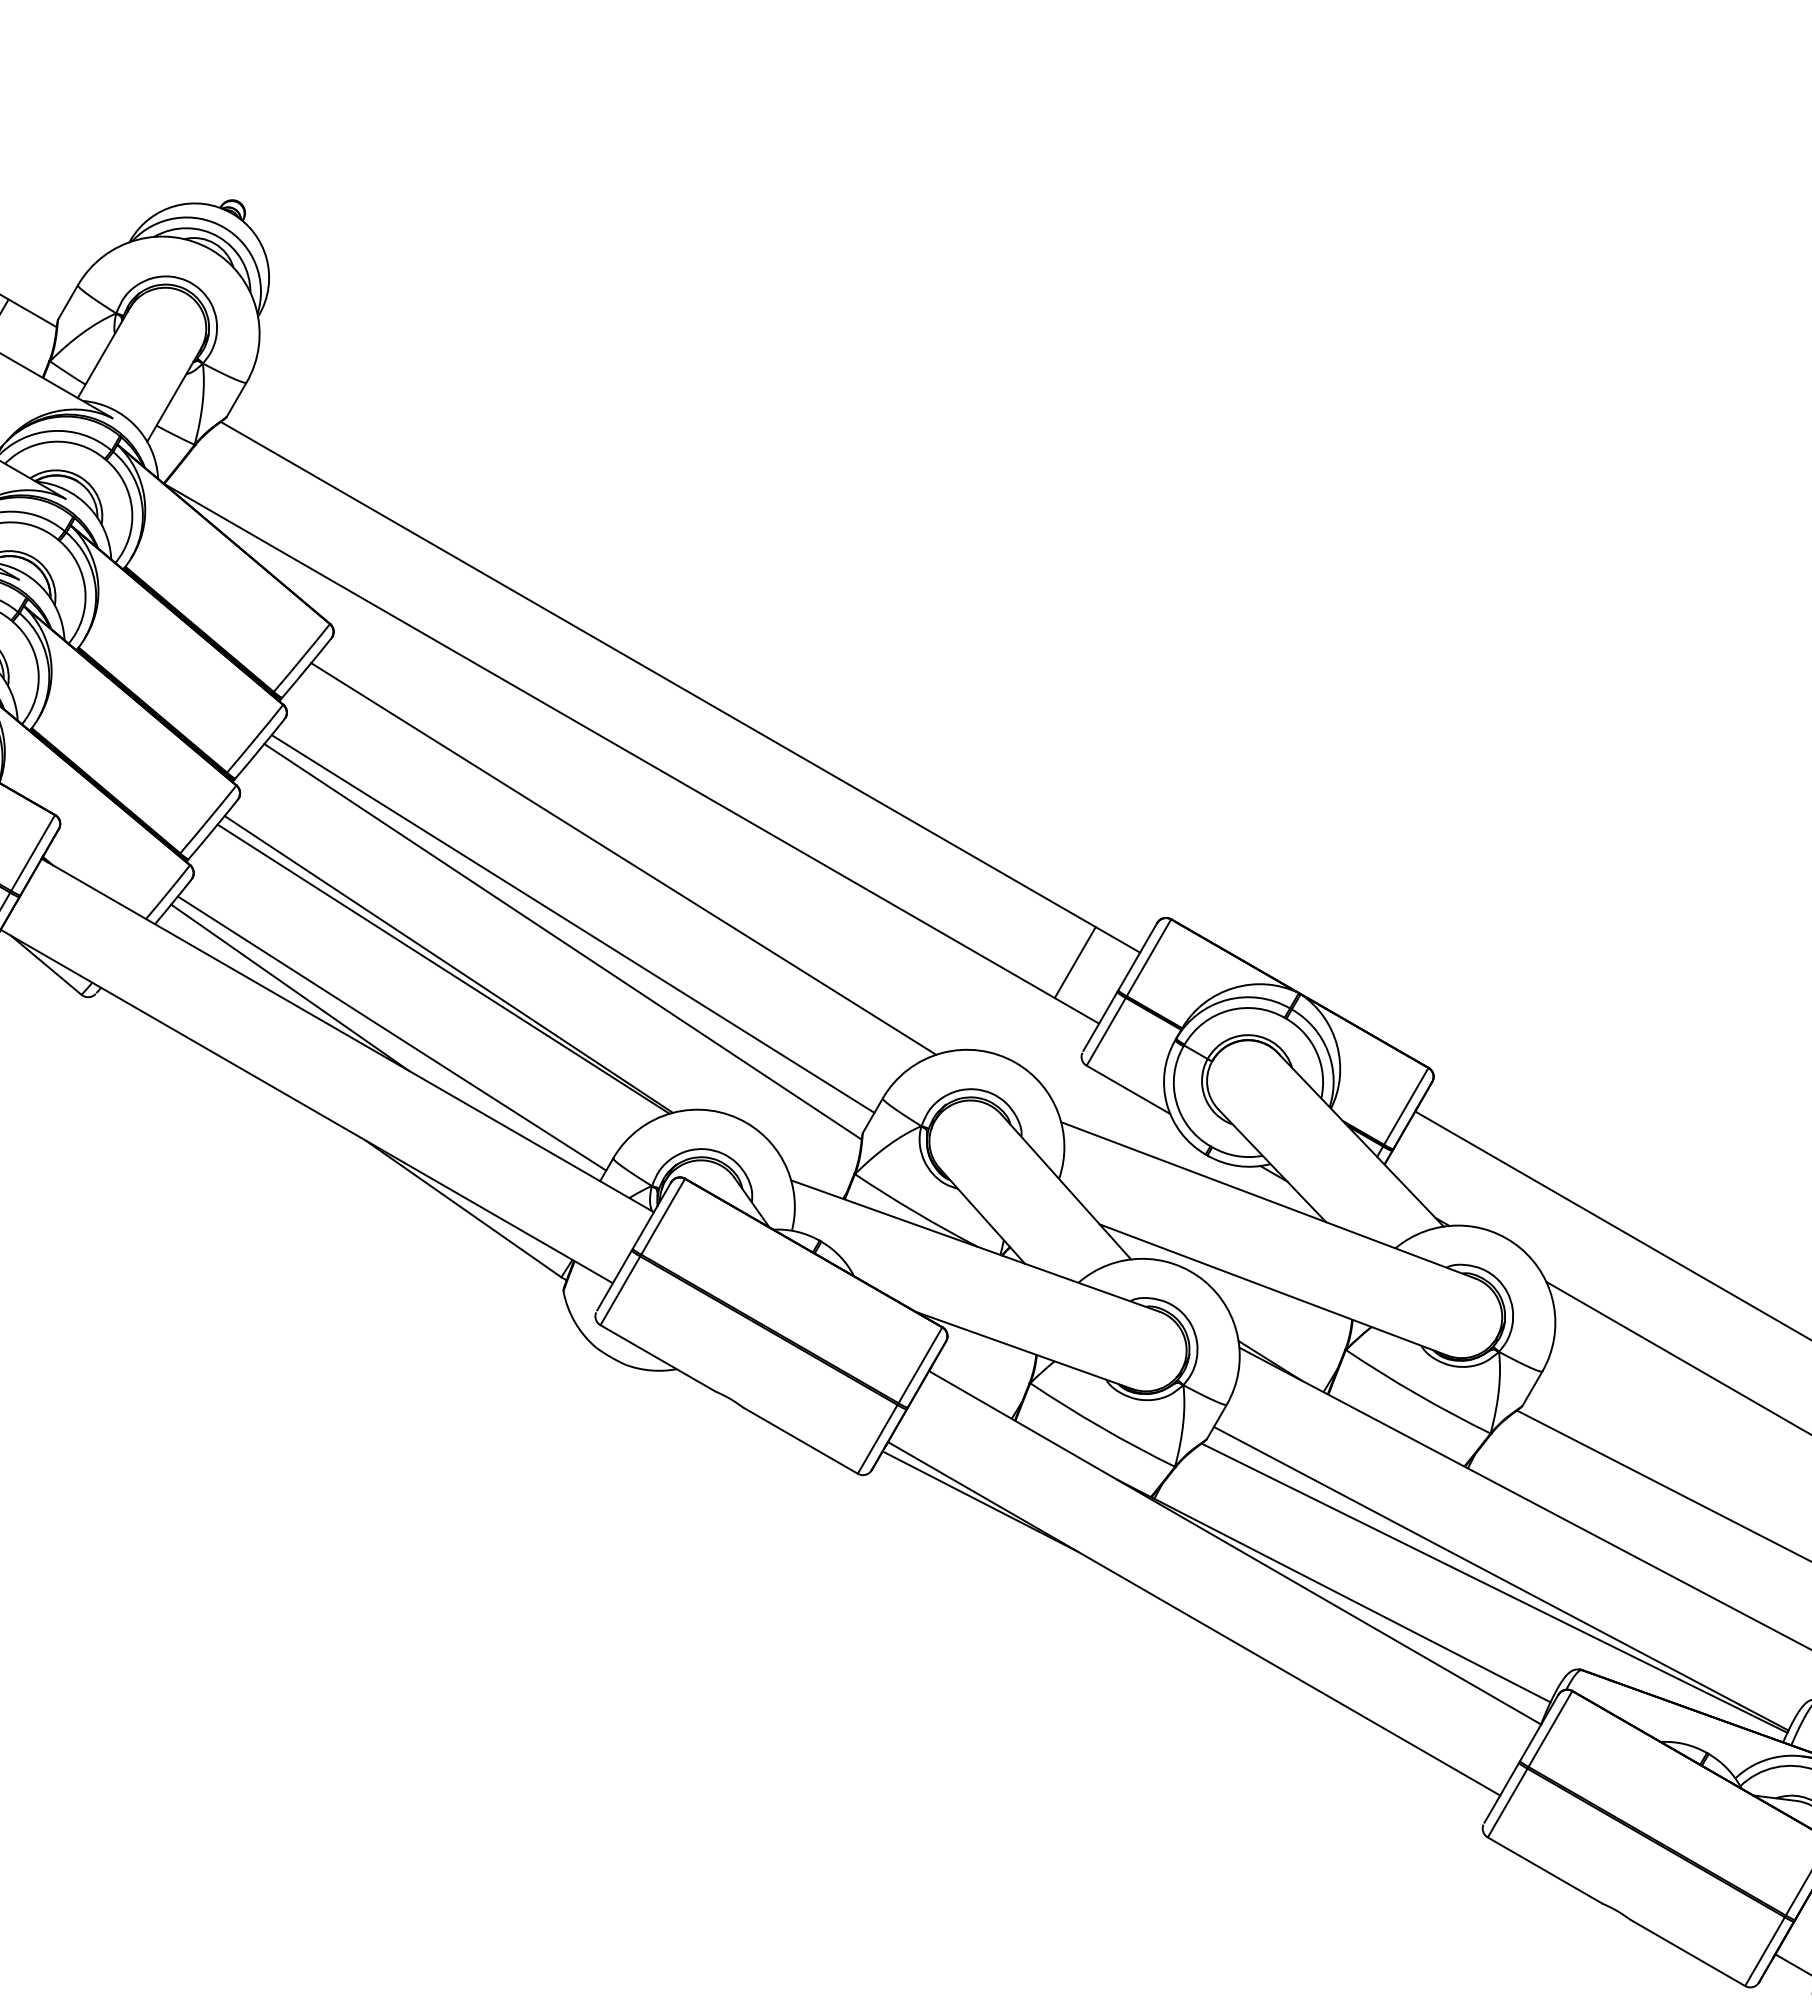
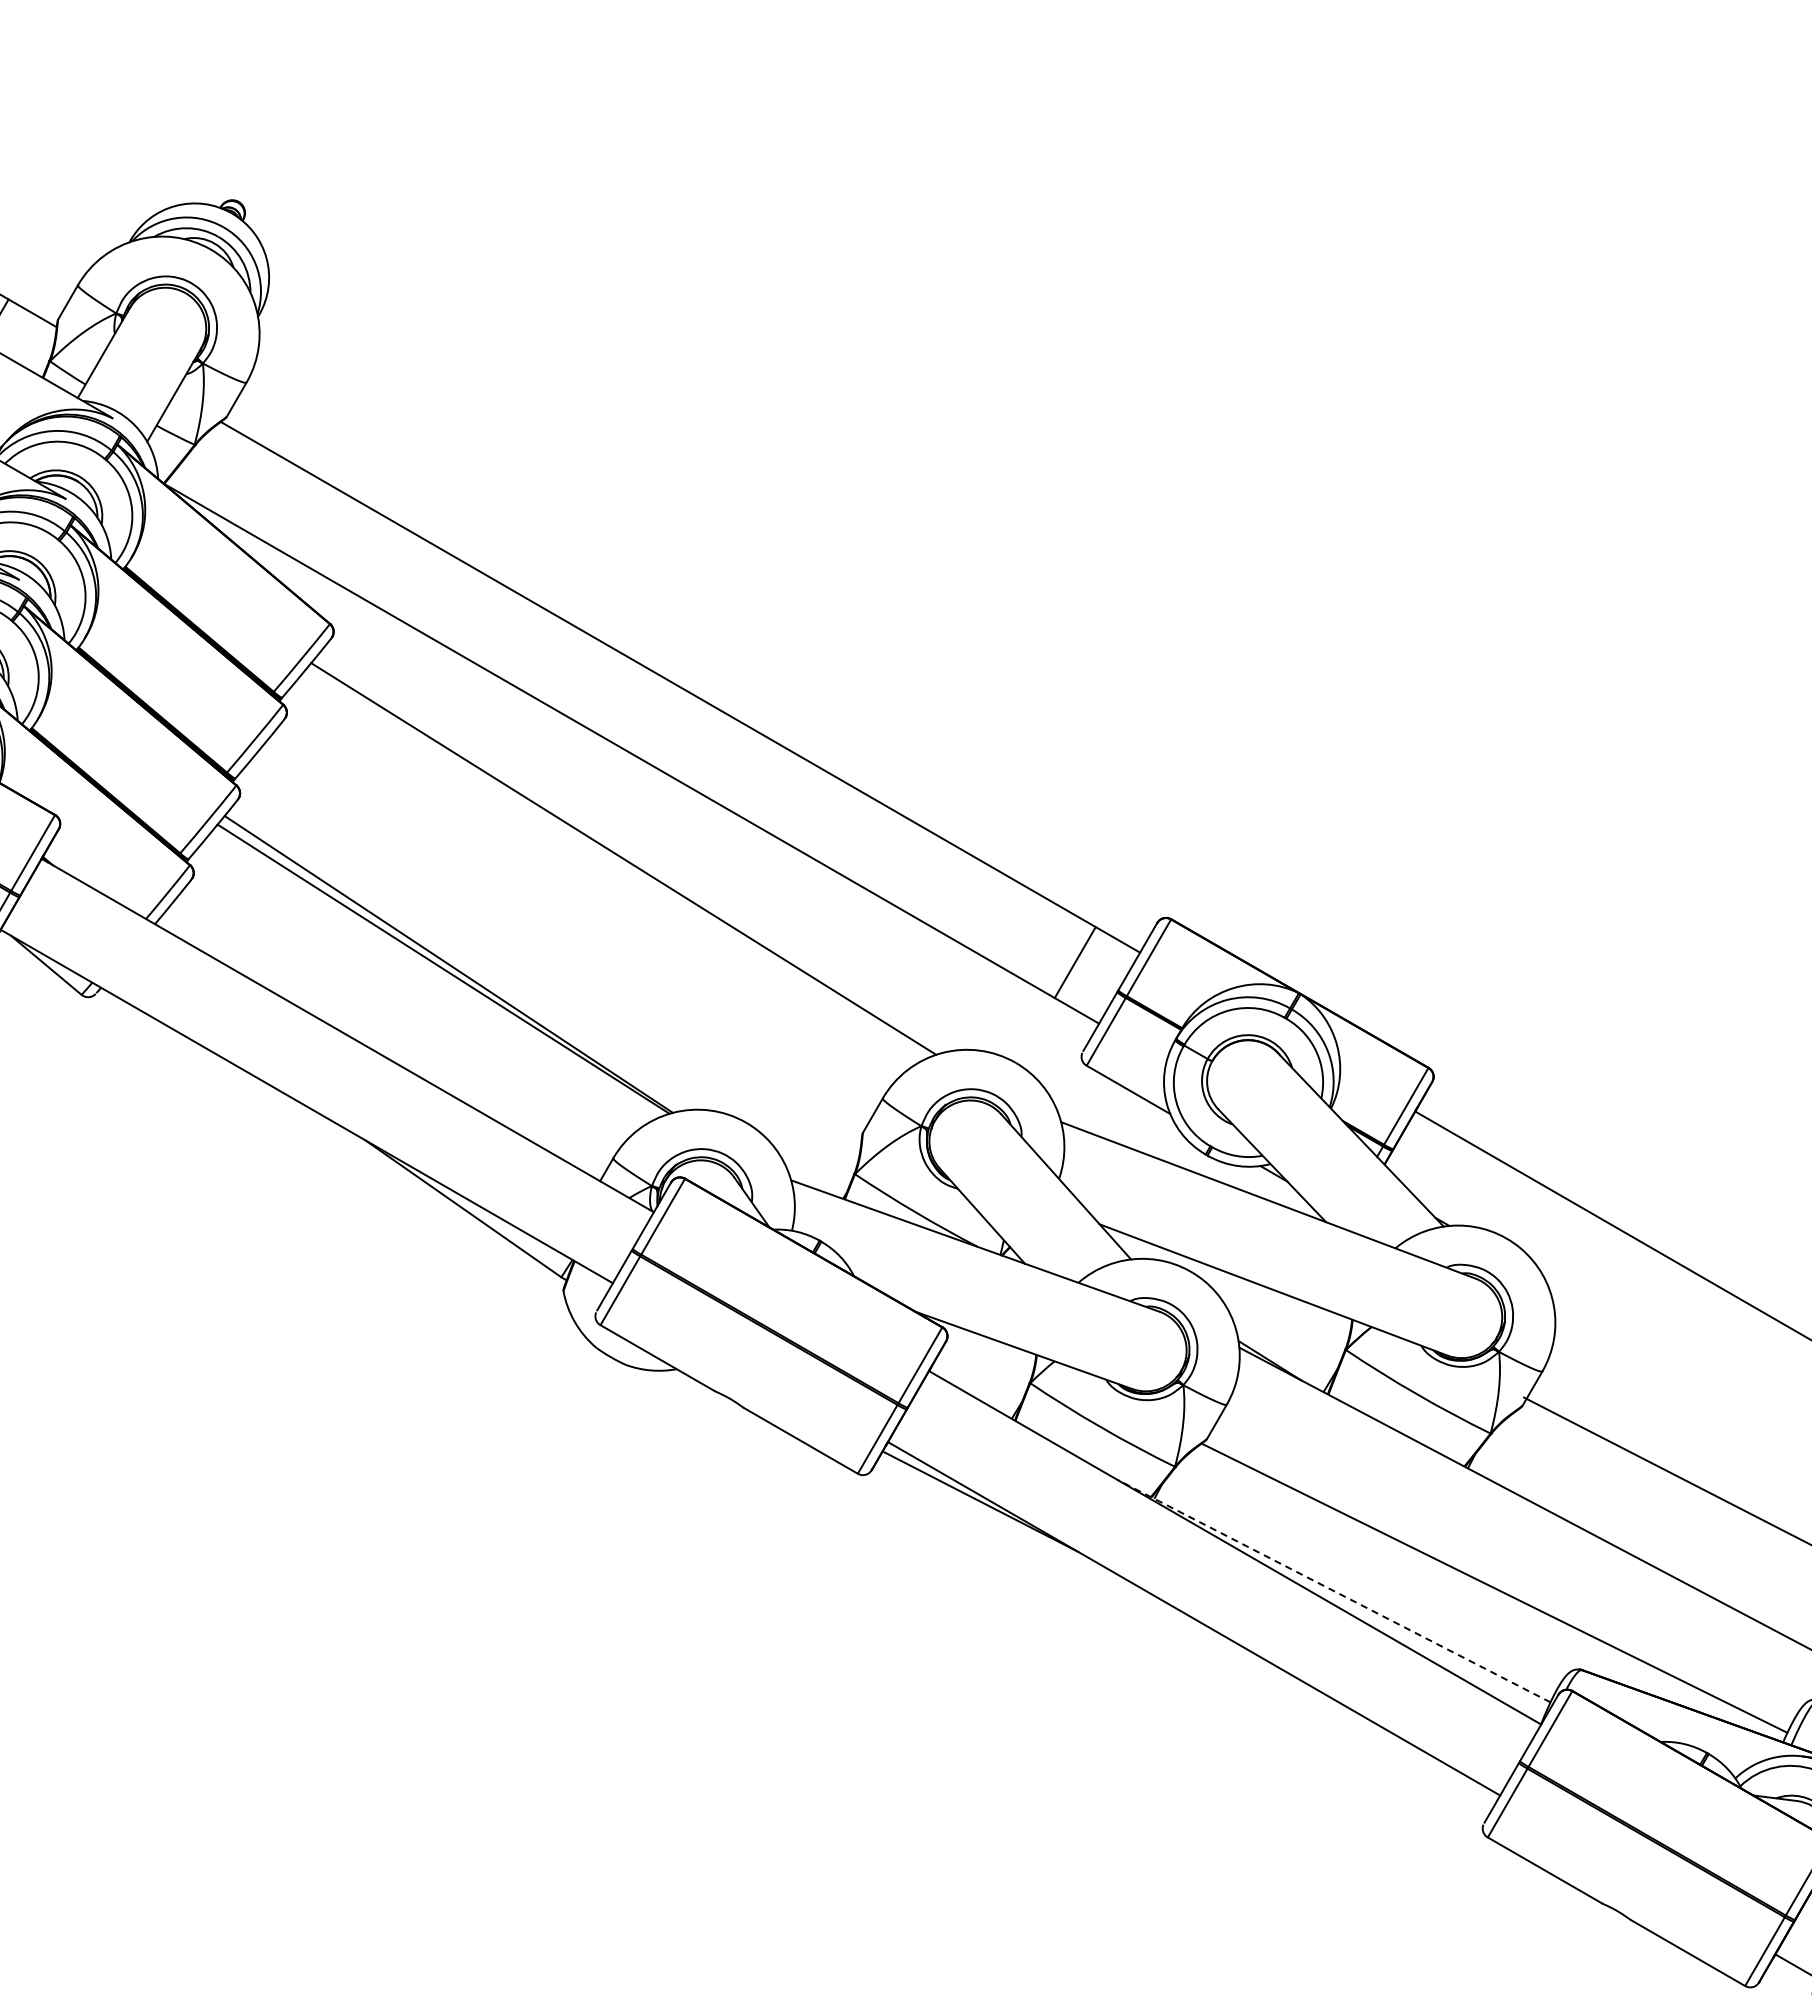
line at (572, 923): present -> none
line at (562, 941): present -> none
line at (290, 987): present -> none
line at (391, 1033): present -> none
line at (1677, 1357): present -> none
line at (1662, 1485) position: (1662, 1485) -> (1666, 1470)
line at (1500, 1578): present -> none
line at (1333, 1590): solid -> dashed
